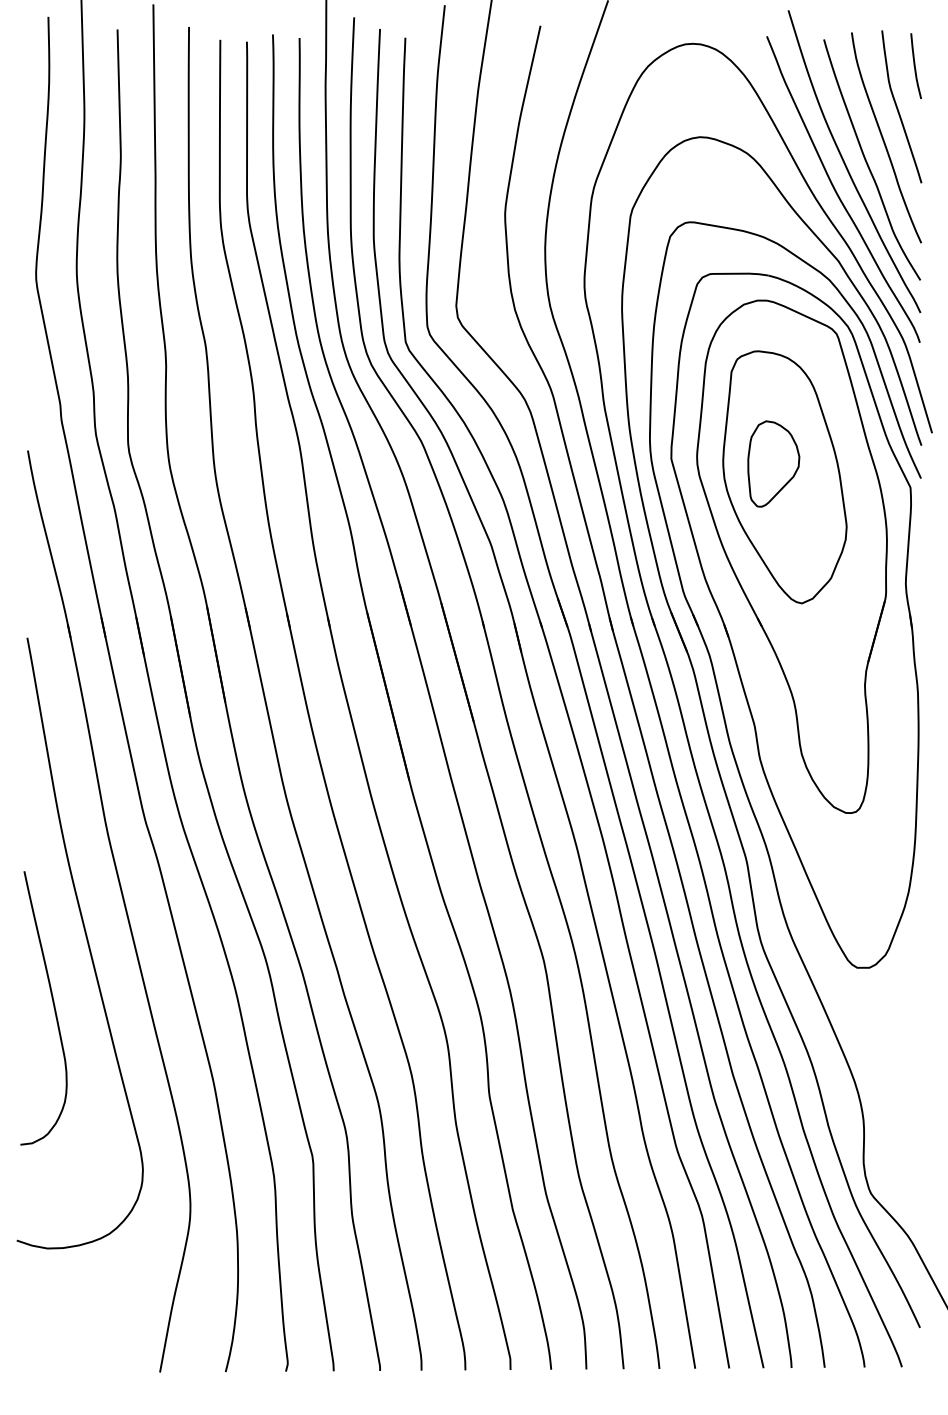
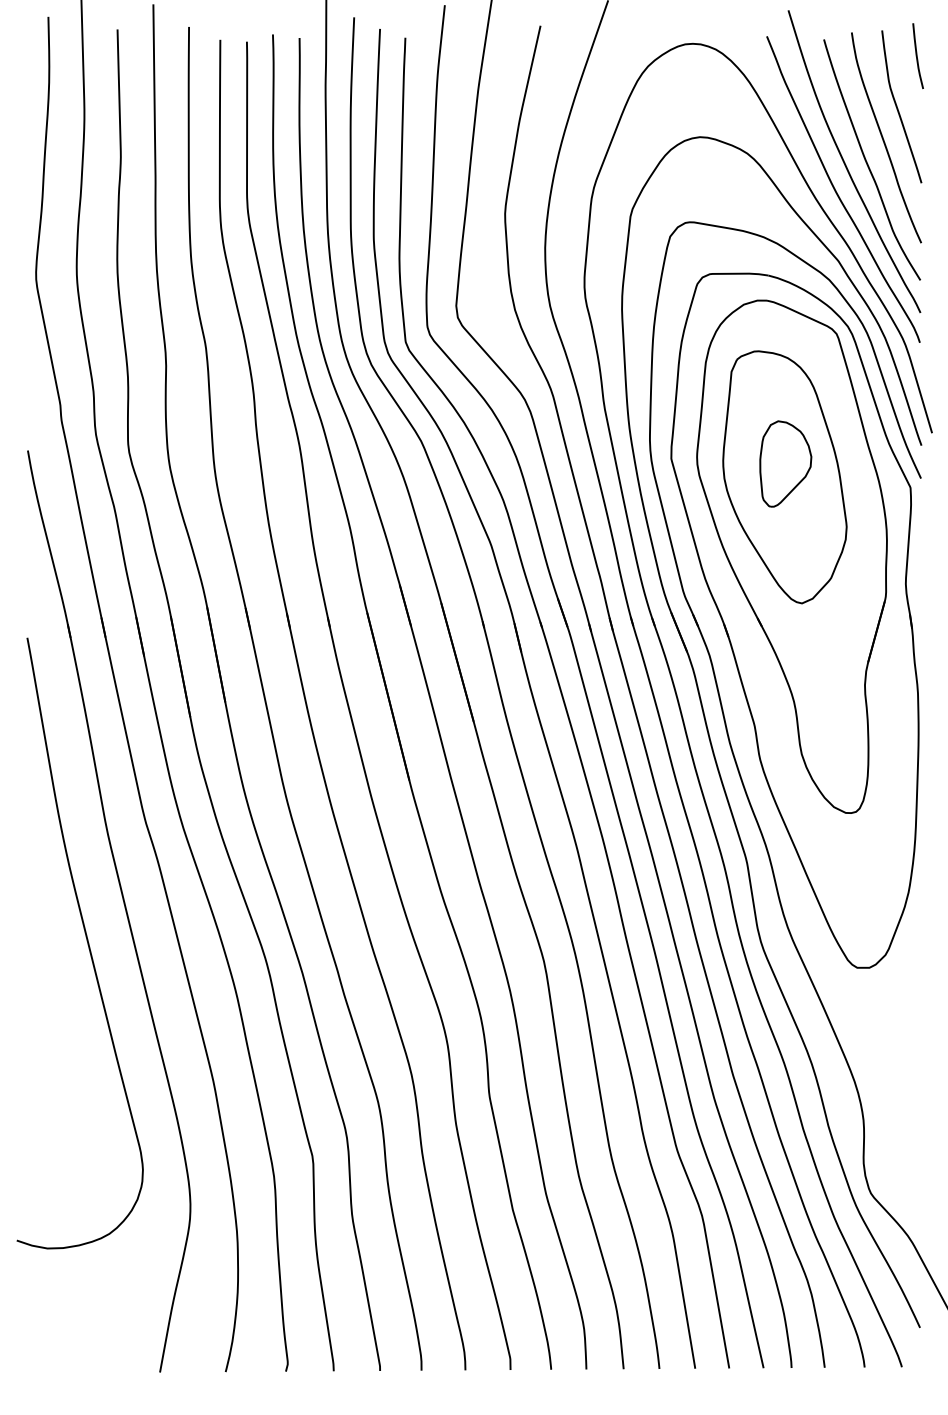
curve at (915, 65) position: (915, 65) -> (917, 55)
part at (773, 463) position: (773, 463) -> (785, 463)
curve at (53, 1008): present -> none
